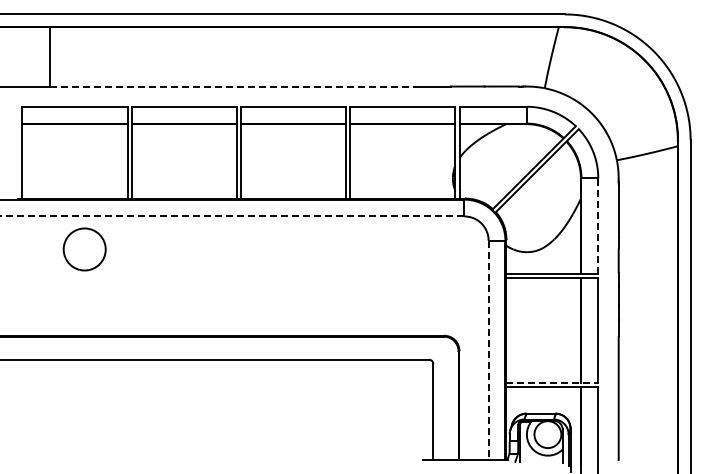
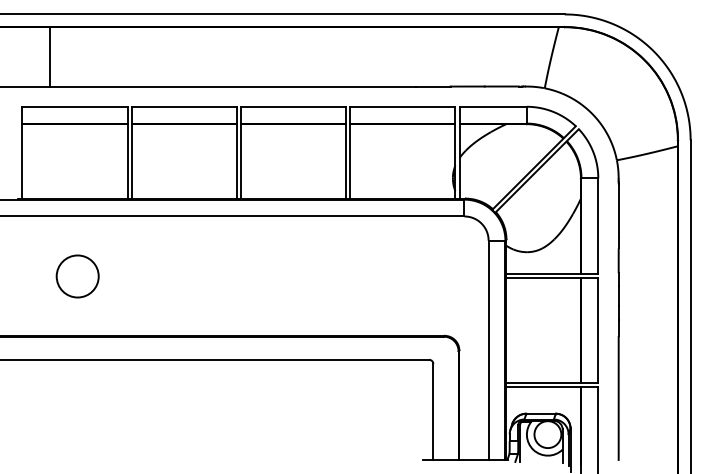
line at (233, 86): dashed -> solid
line at (232, 216): dashed -> solid
line at (598, 225): dashed -> solid
circle at (84, 249) position: (84, 249) -> (77, 276)
line at (488, 350): dashed -> solid
line at (552, 382): dashed -> solid
